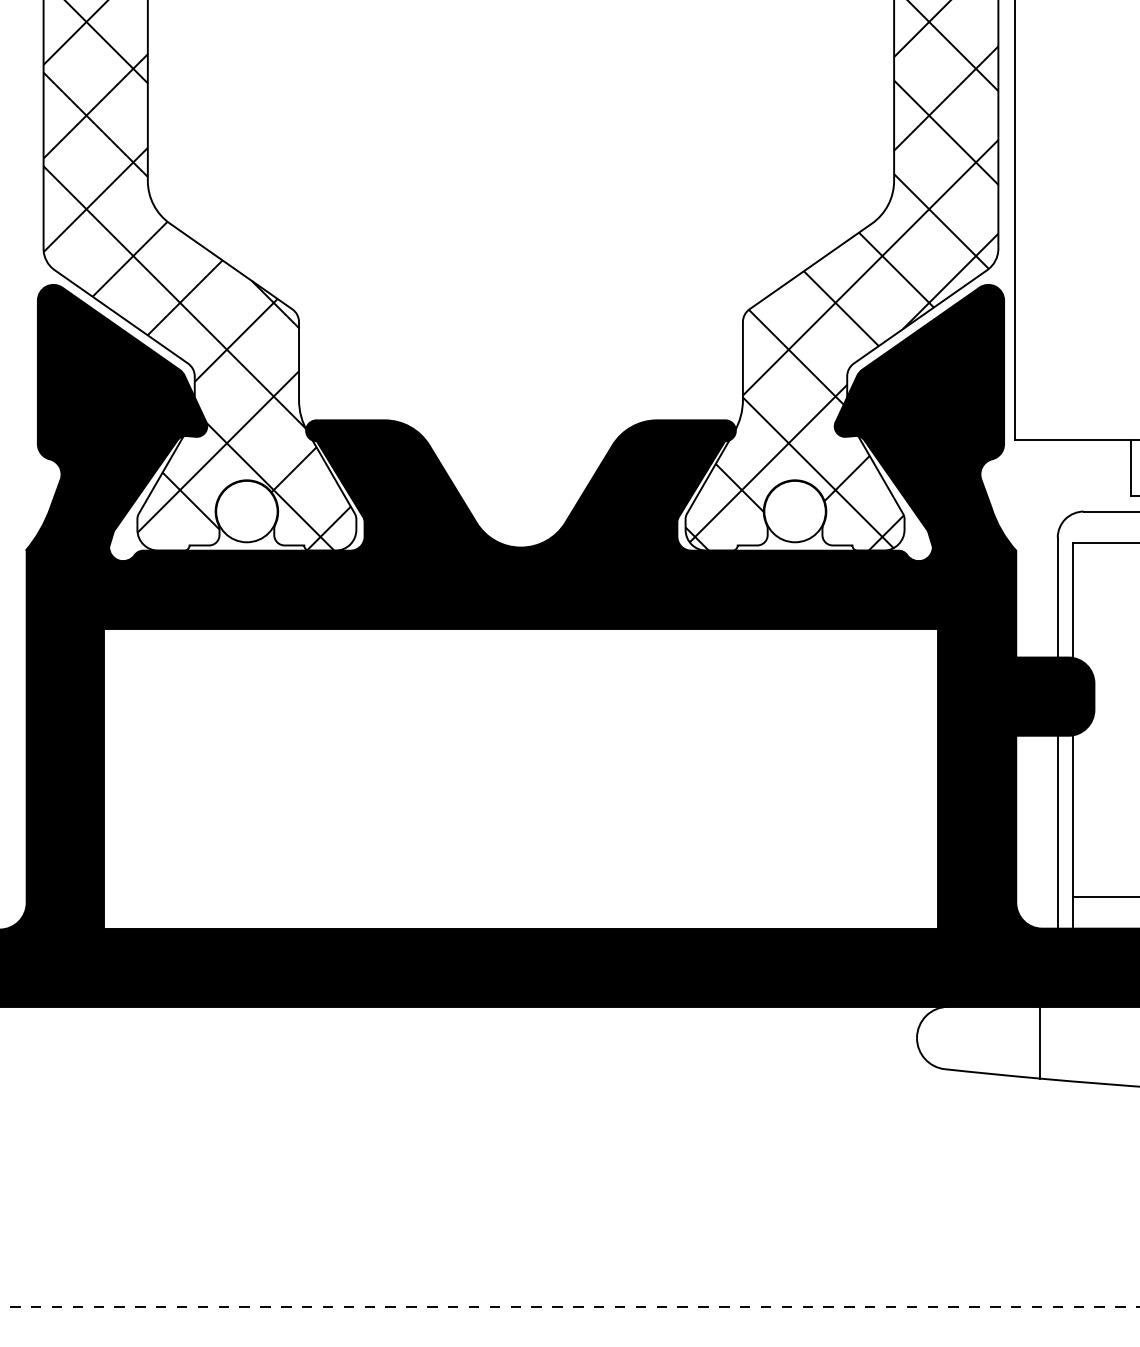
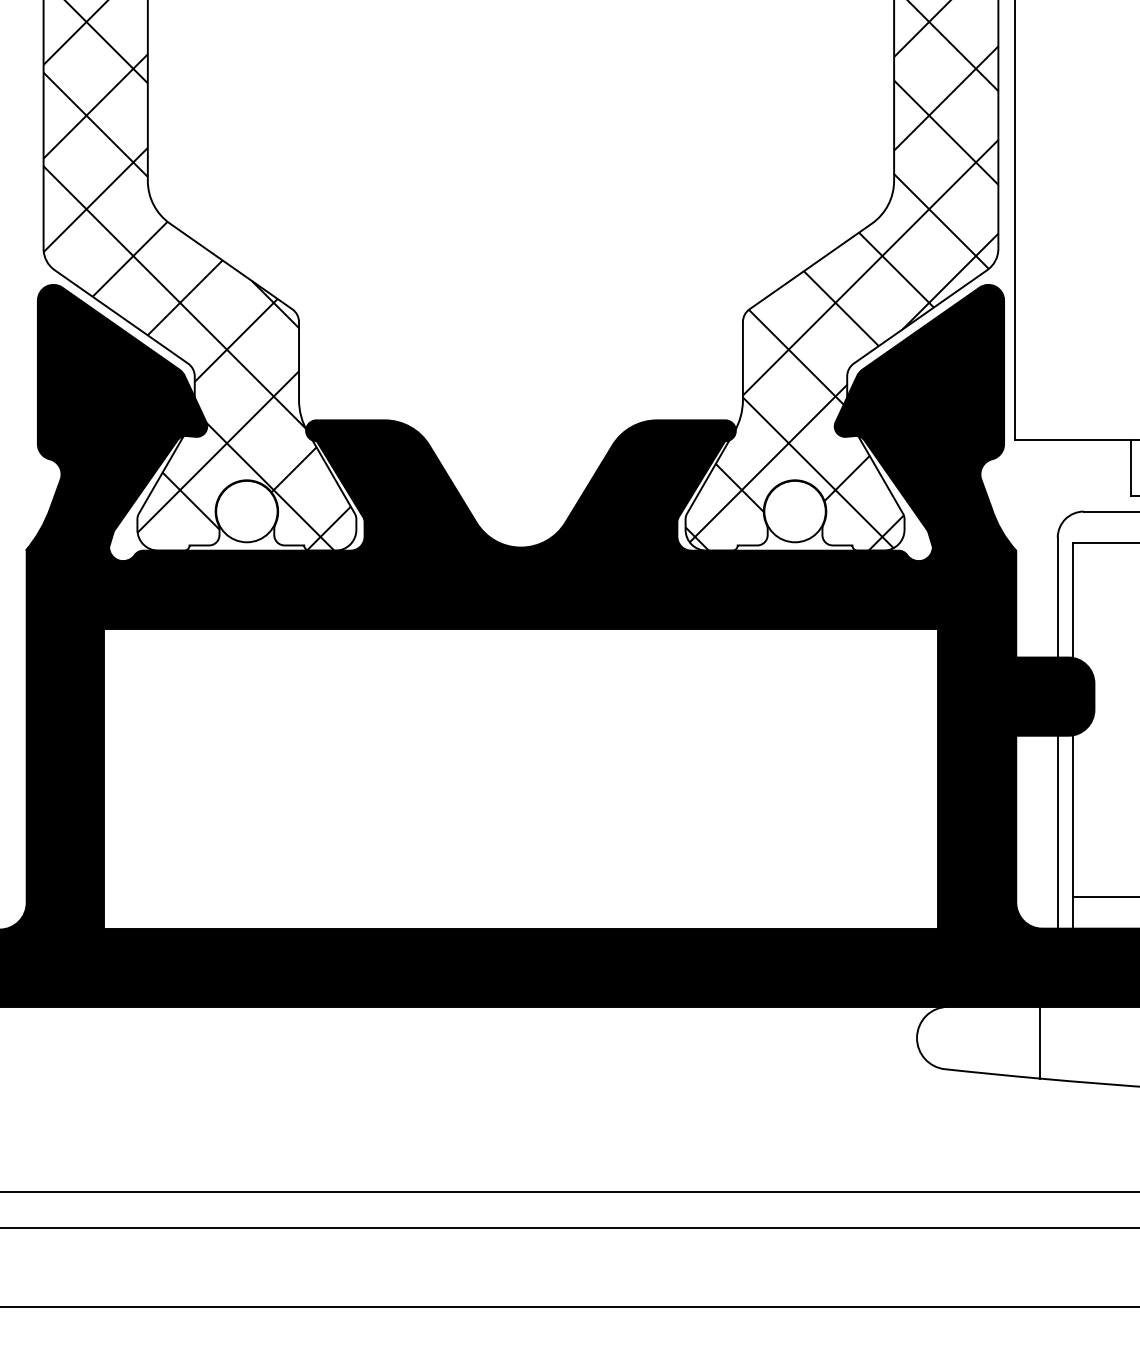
line at (569, 1191): none -> present
line at (569, 1228): none -> present
line at (570, 1306): dashed -> solid
